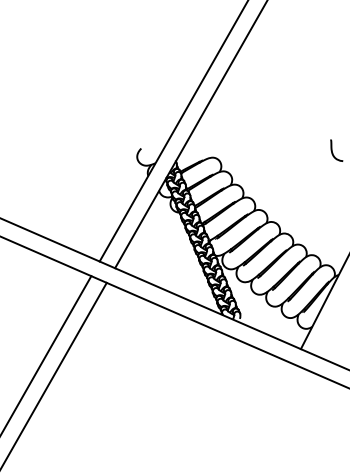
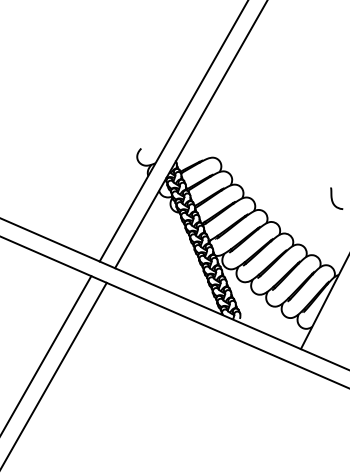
curve at (332, 150) position: (332, 150) -> (332, 198)
